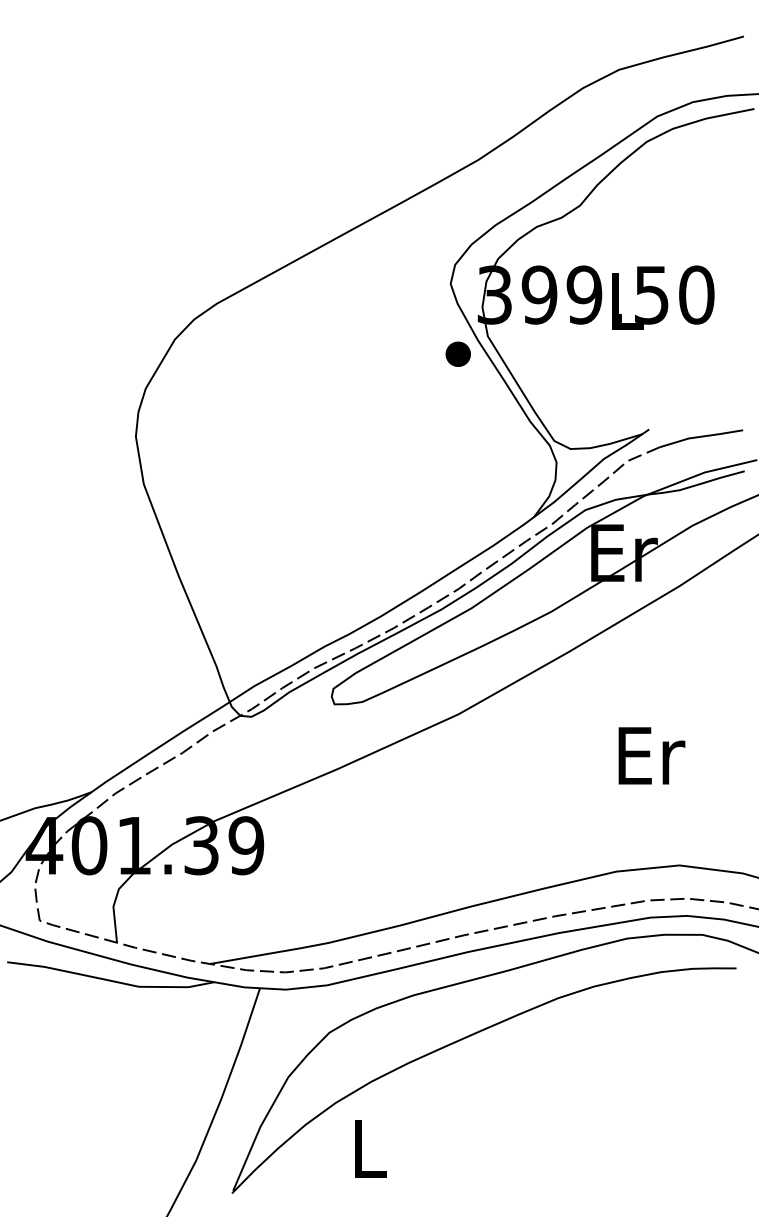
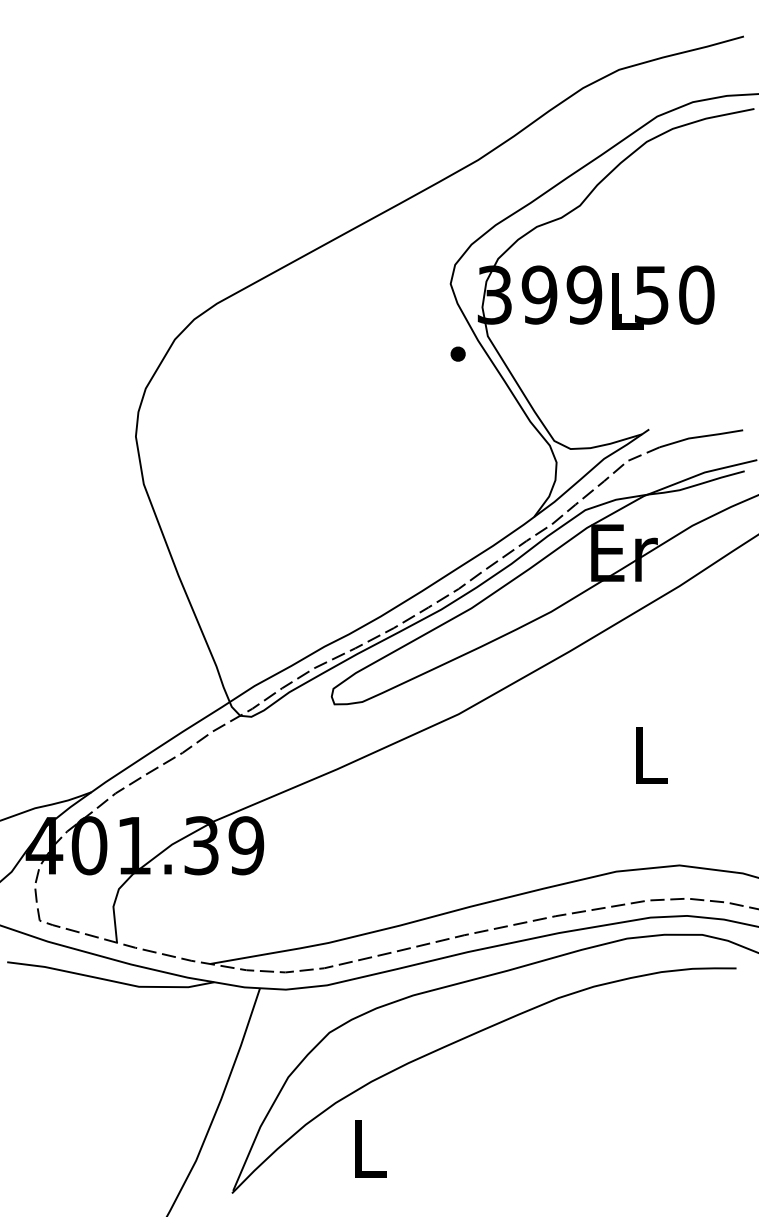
part at (457, 353) size: 26x26 px -> 16x16 px
text at (651, 755): Er -> L
